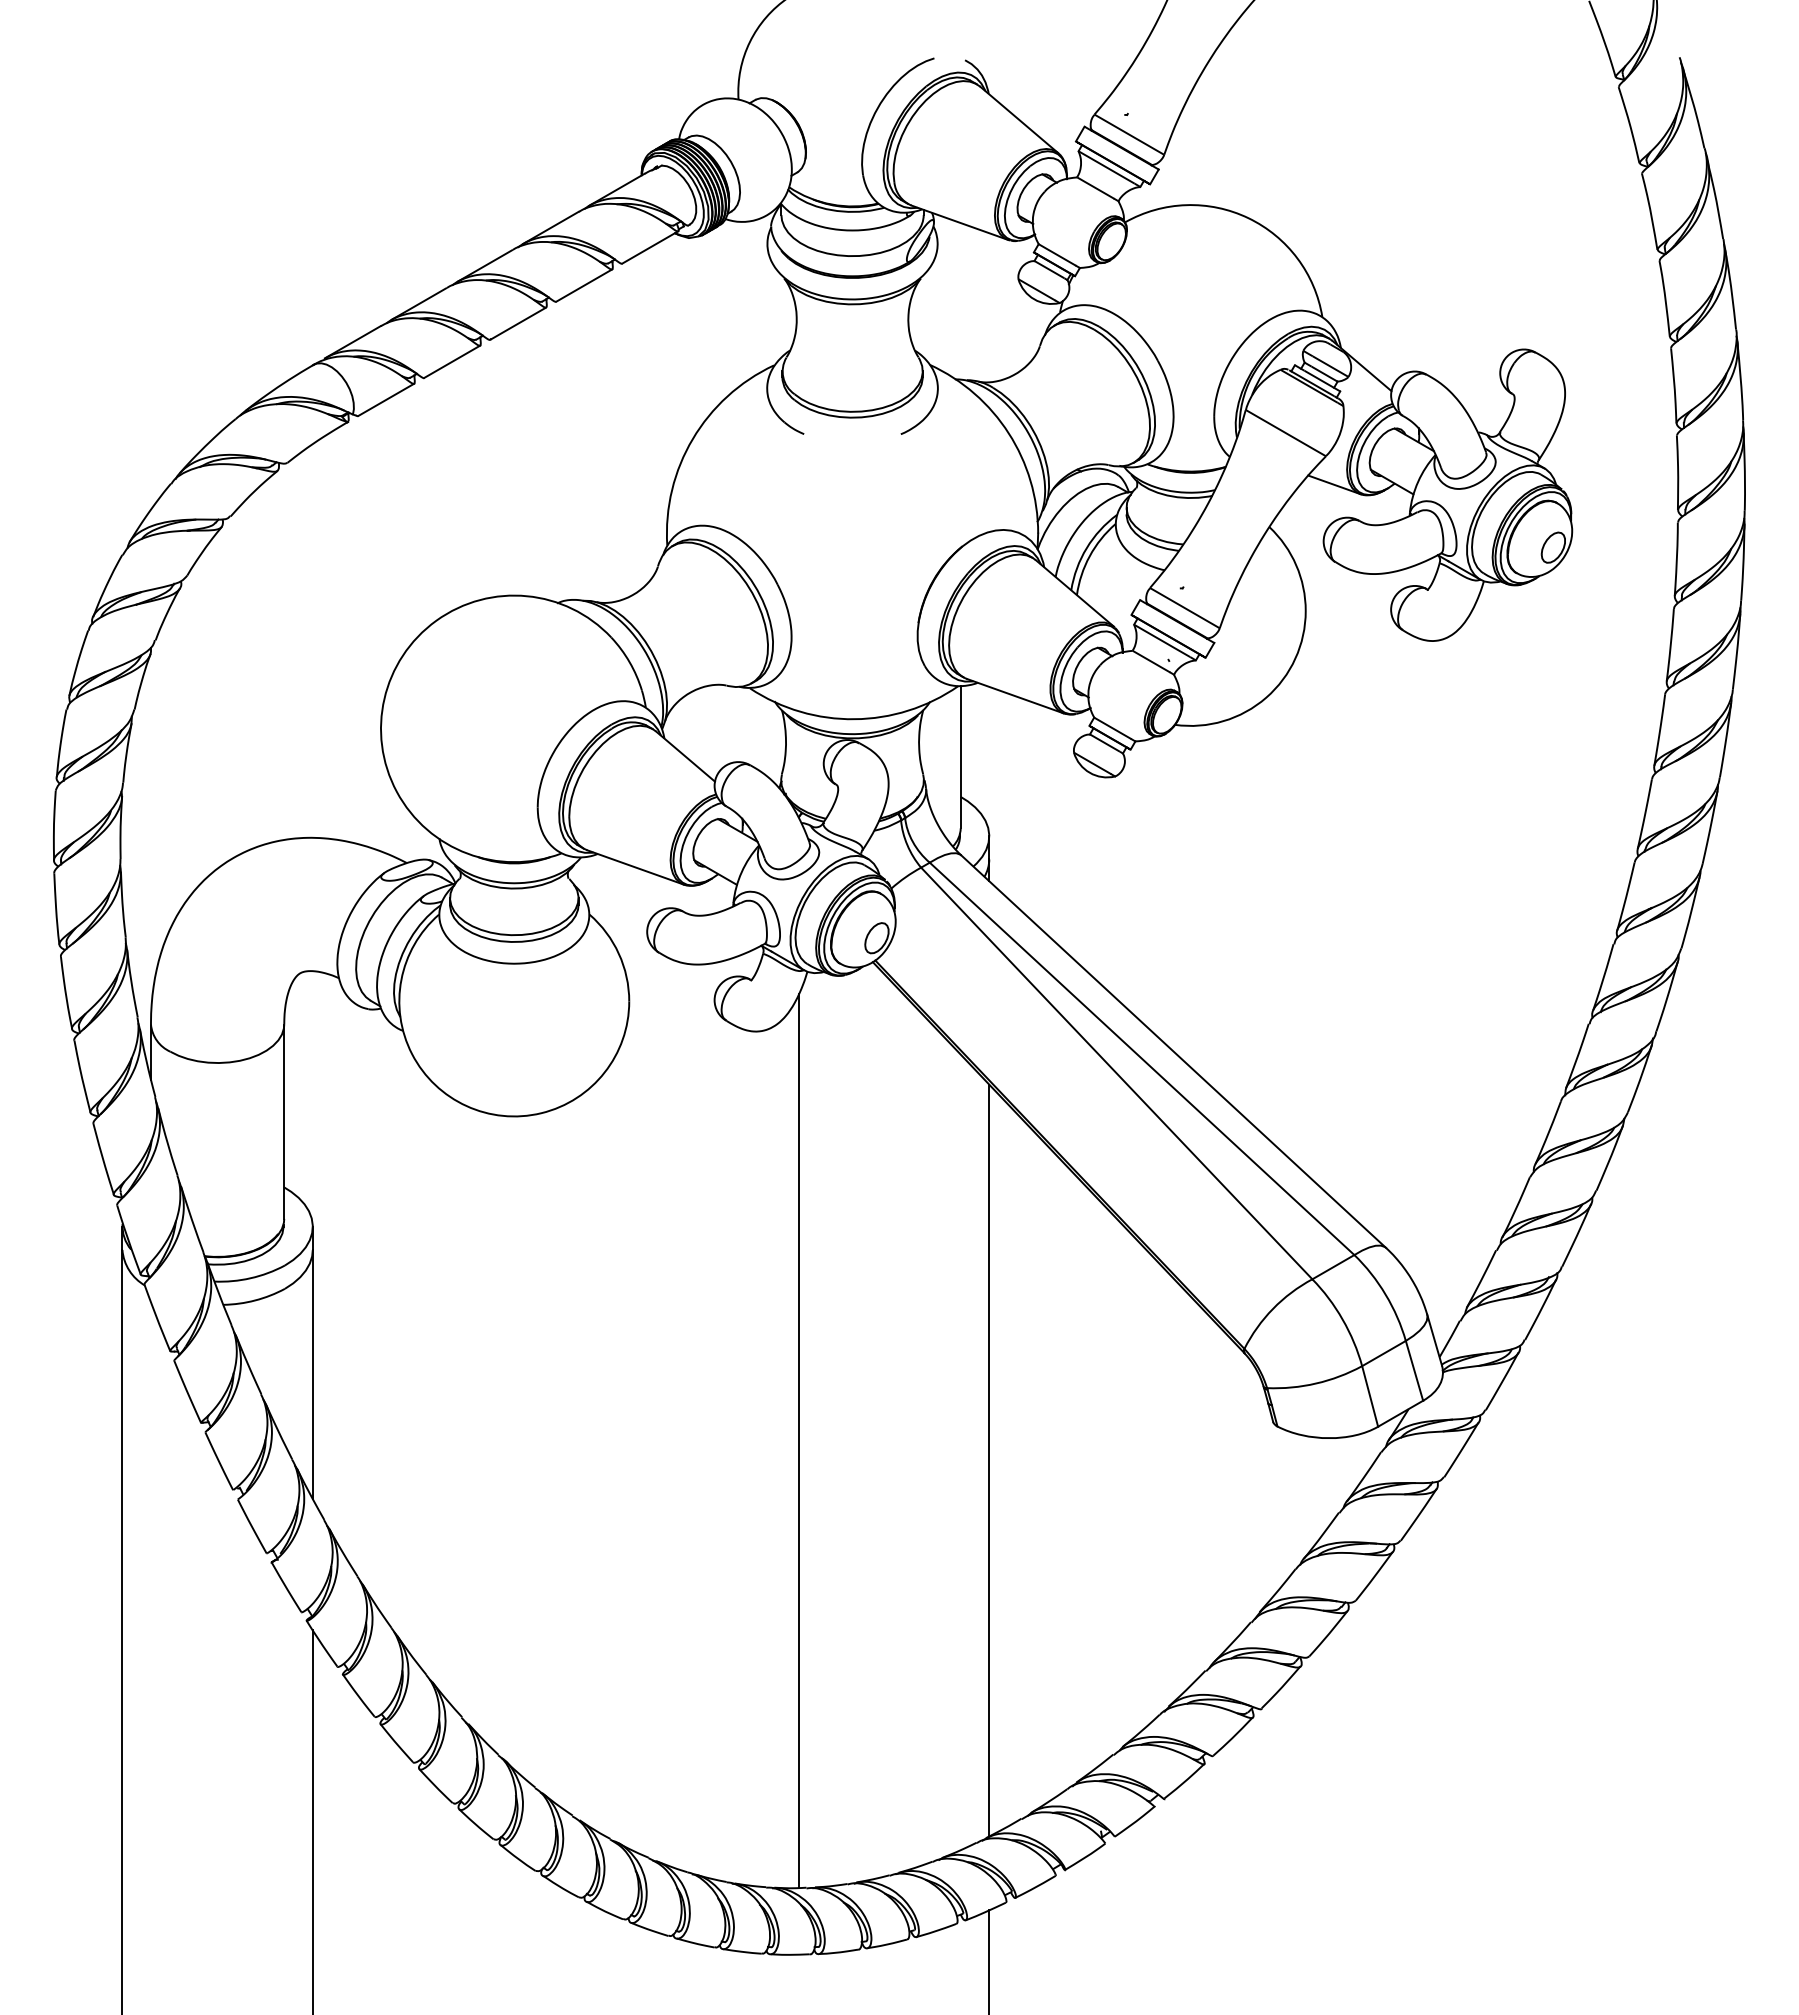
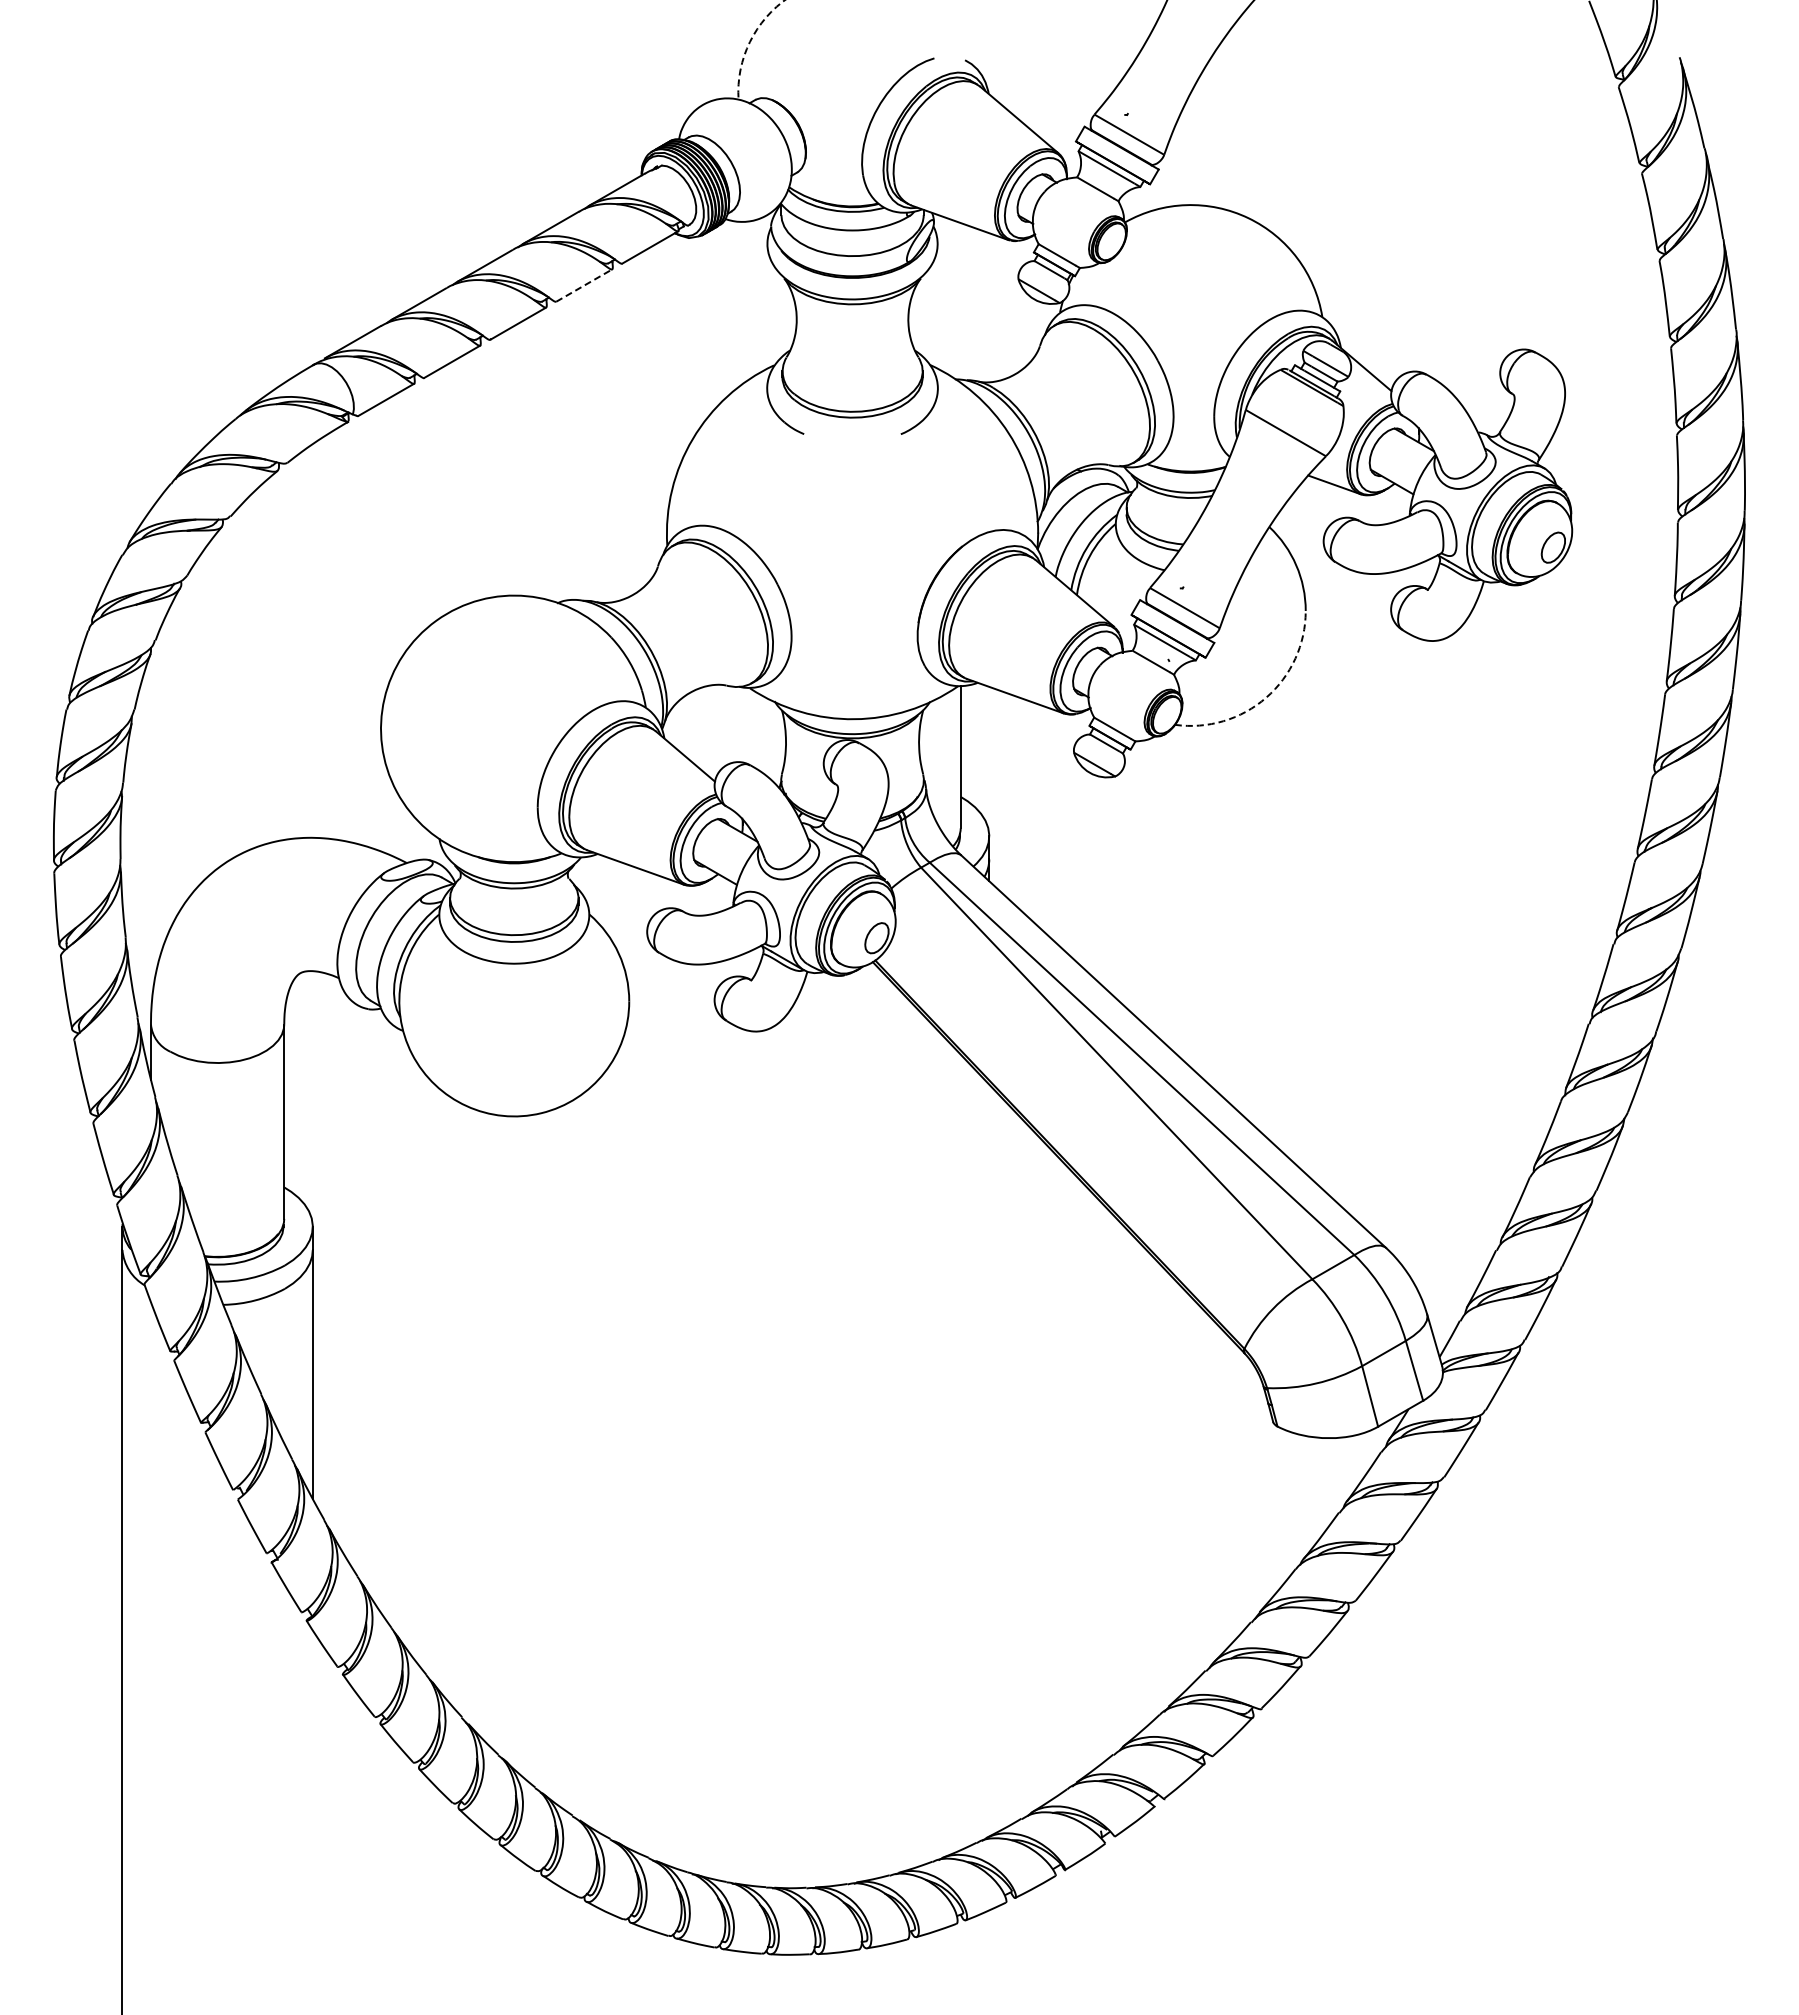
arc at (749, 43): solid -> dashed
line at (584, 285): solid -> dashed
arc at (1266, 697): solid -> dashed
line at (798, 1441): present -> none
line at (989, 1460): present -> none
line at (312, 1820): present -> none
line at (989, 1960): present -> none
